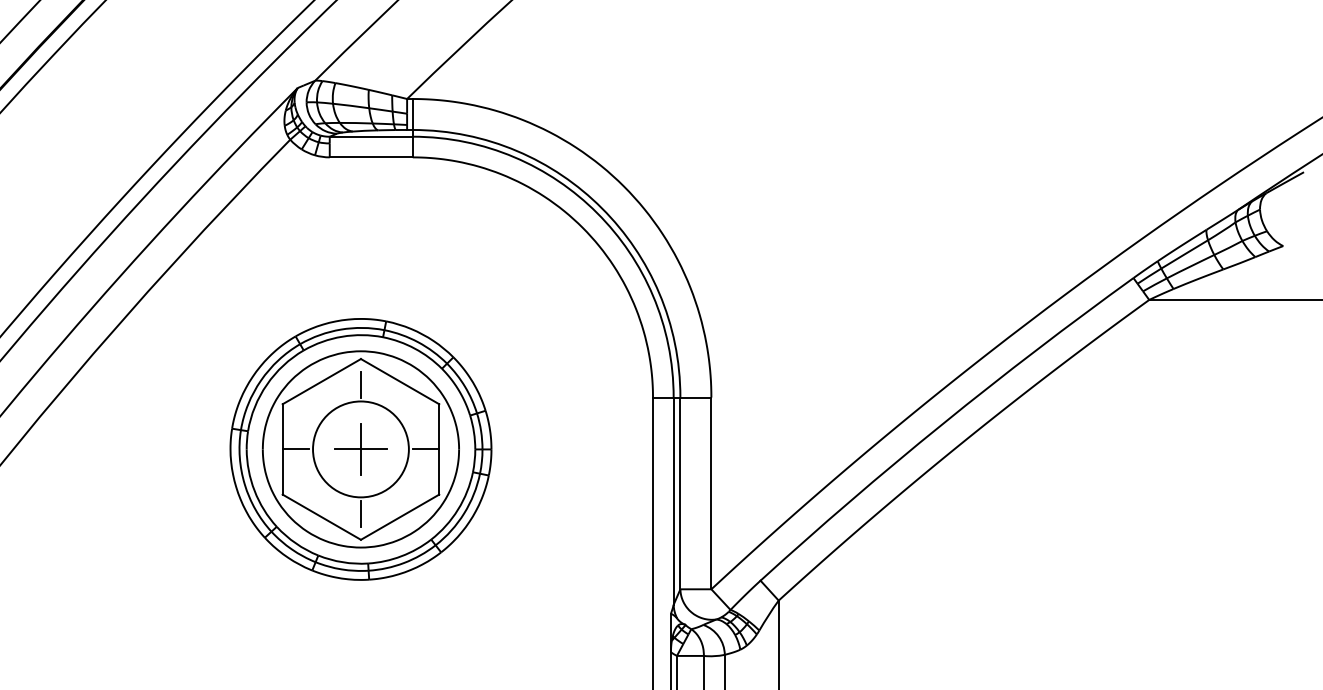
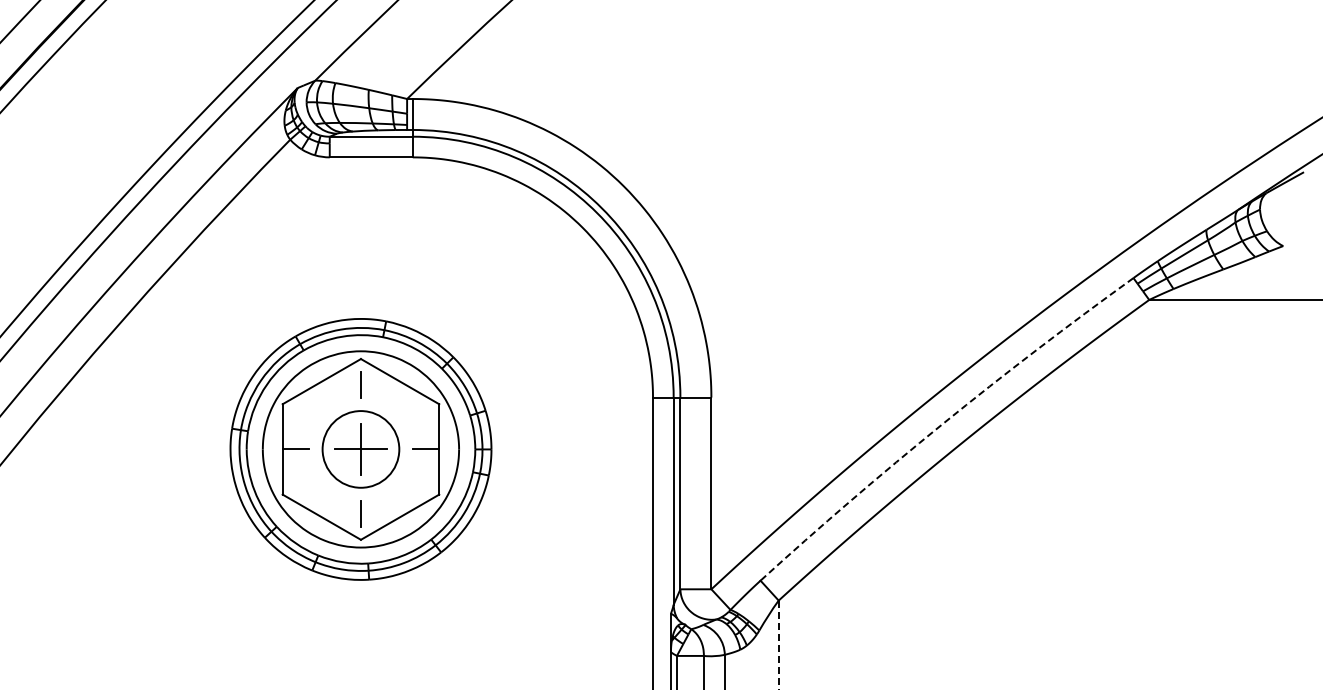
arc at (942, 424): solid -> dashed
circle at (360, 449) diameter: 96 px -> 77 px
line at (778, 645): solid -> dashed
